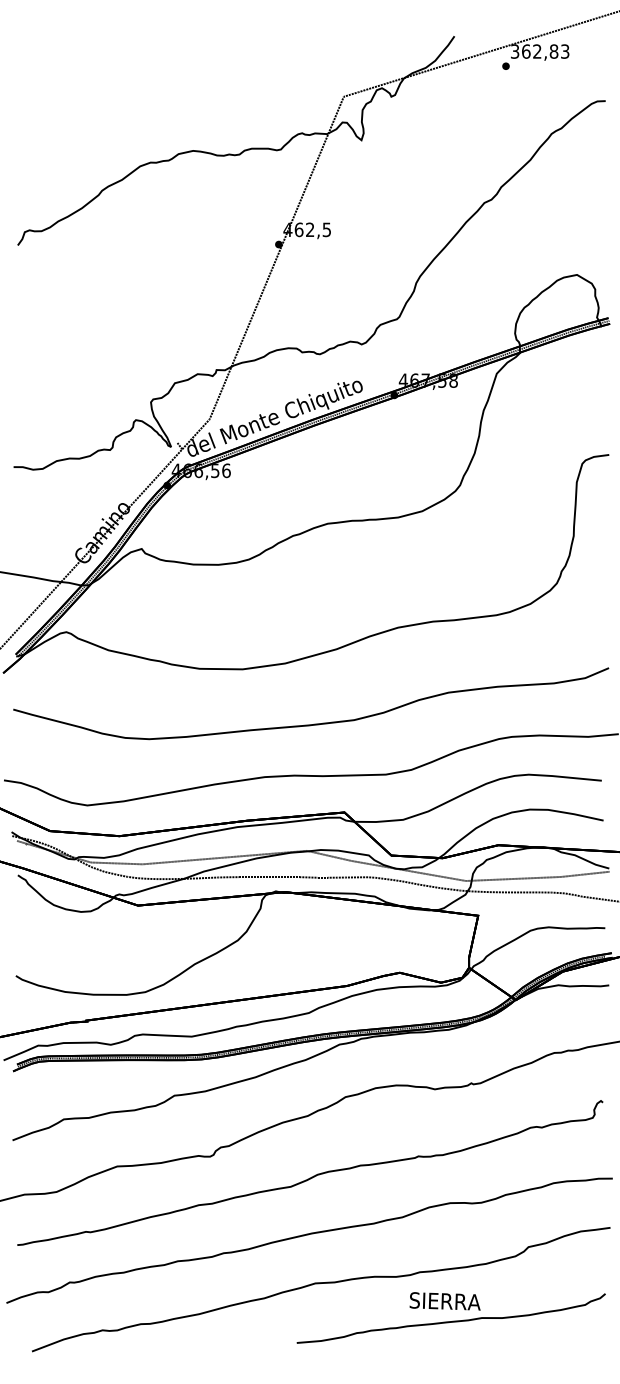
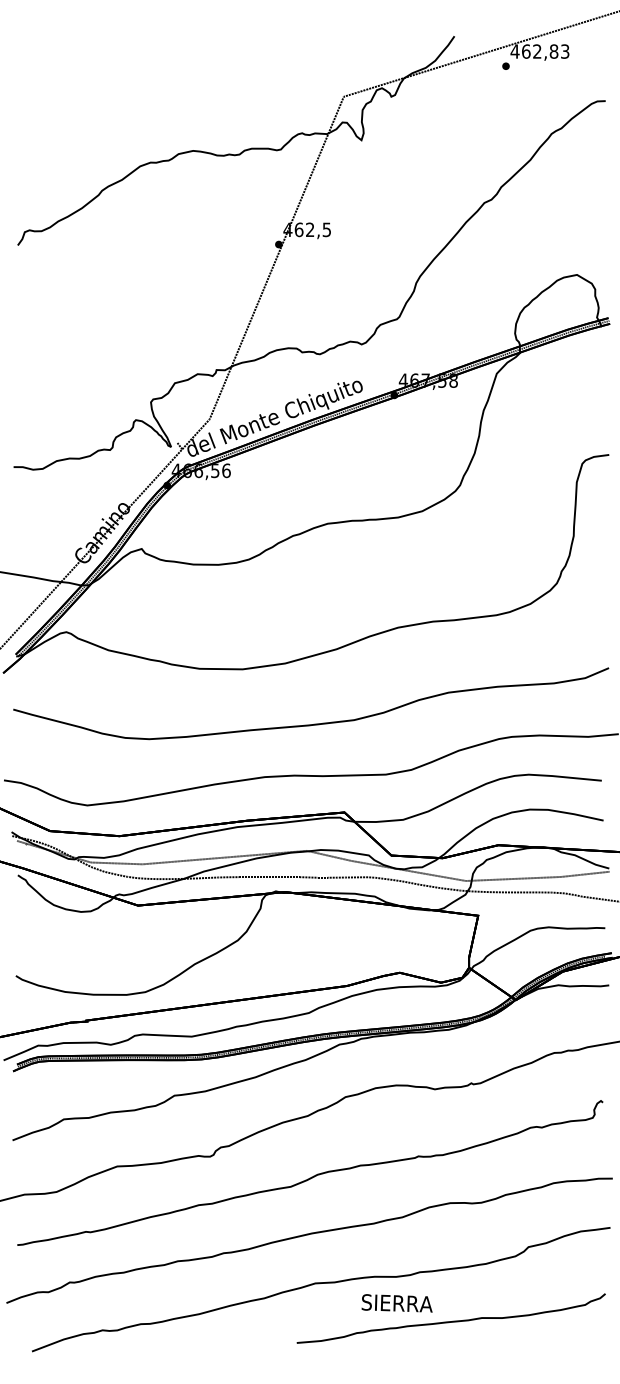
text at (514, 51): 362,83 -> 462,83
text at (444, 1301) position: (444, 1301) -> (396, 1303)
